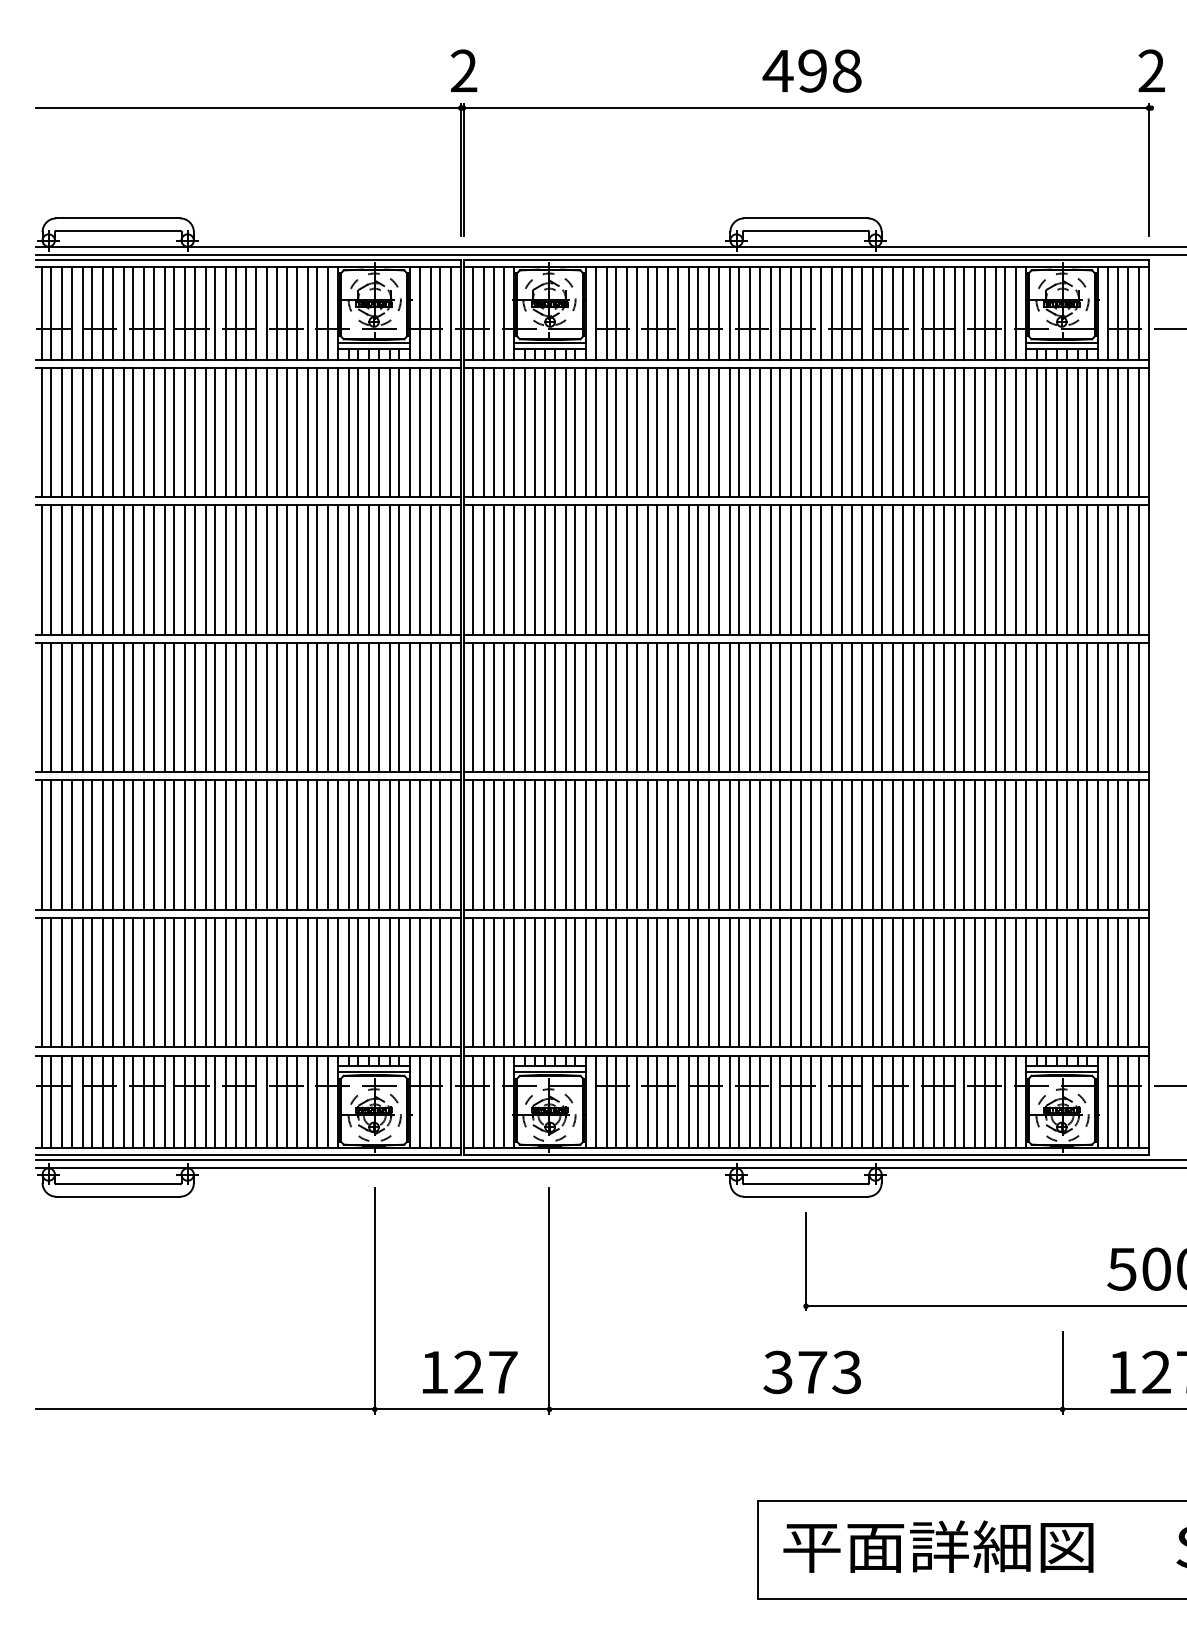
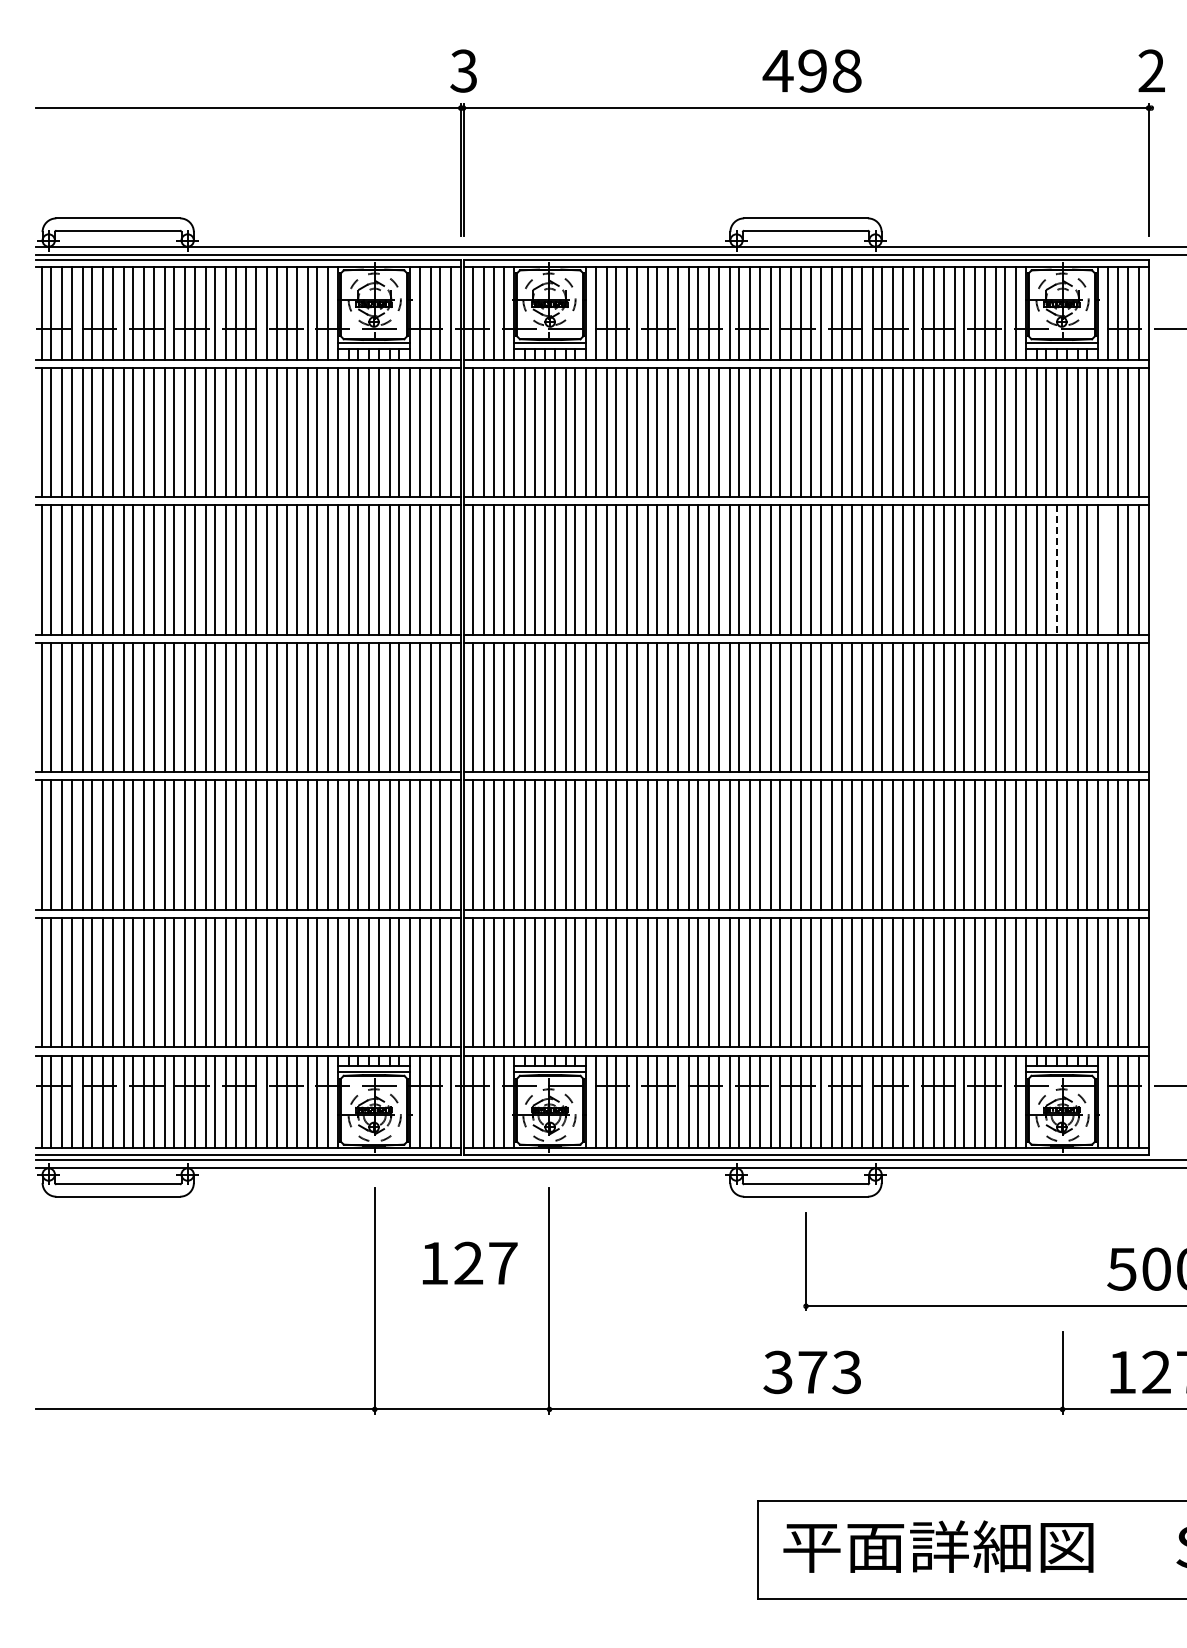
text at (463, 70): 2 -> 3
line at (1057, 569): solid -> dashed
line at (1107, 569): present -> none
text at (470, 1371) position: (470, 1371) -> (470, 1262)
